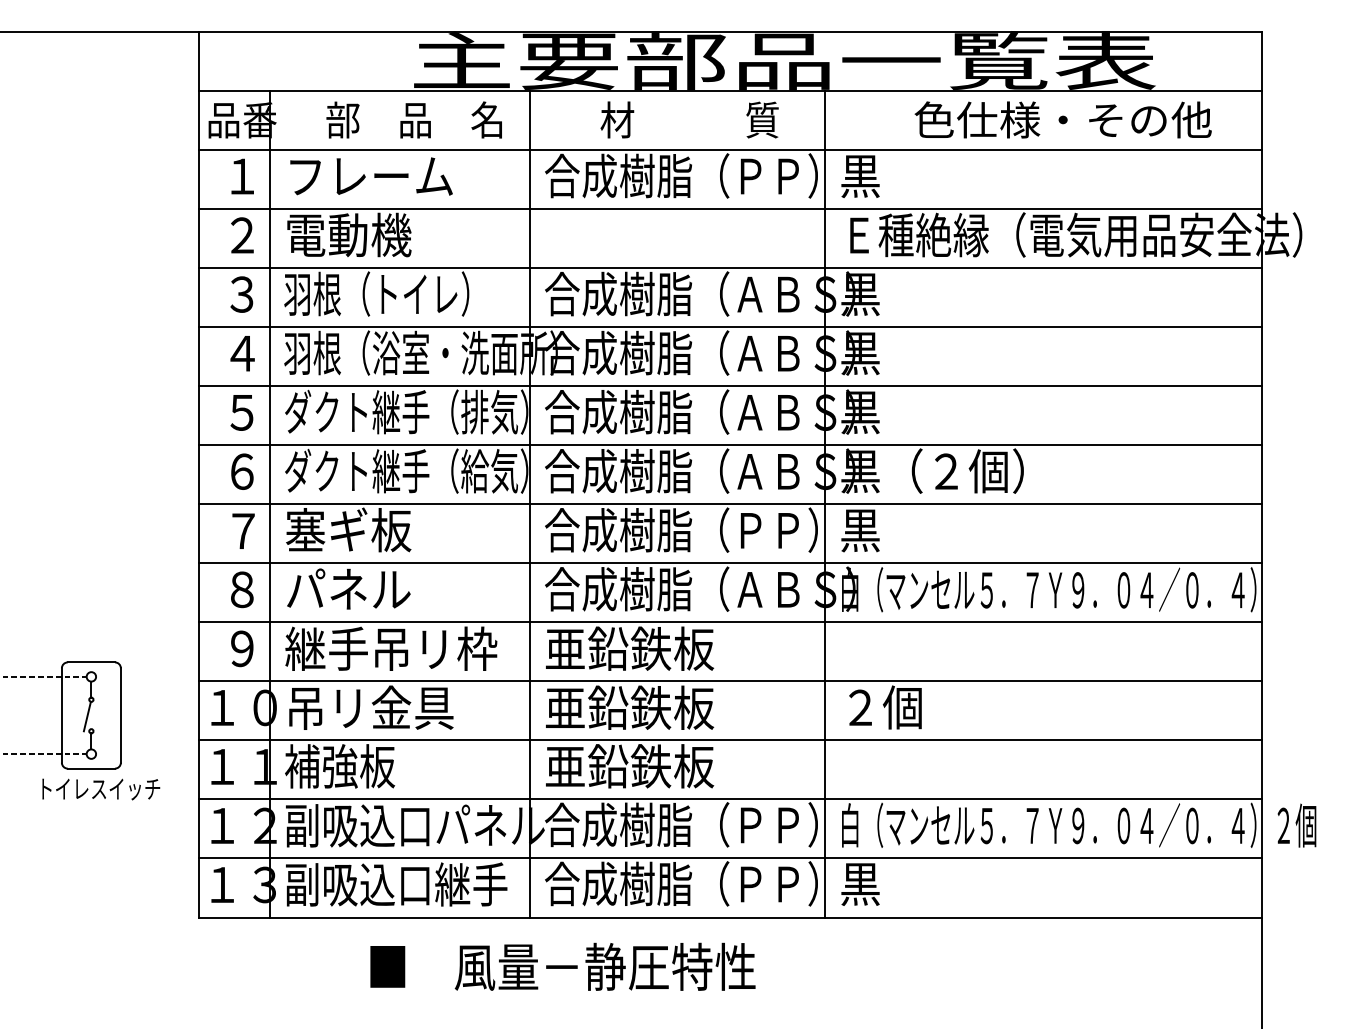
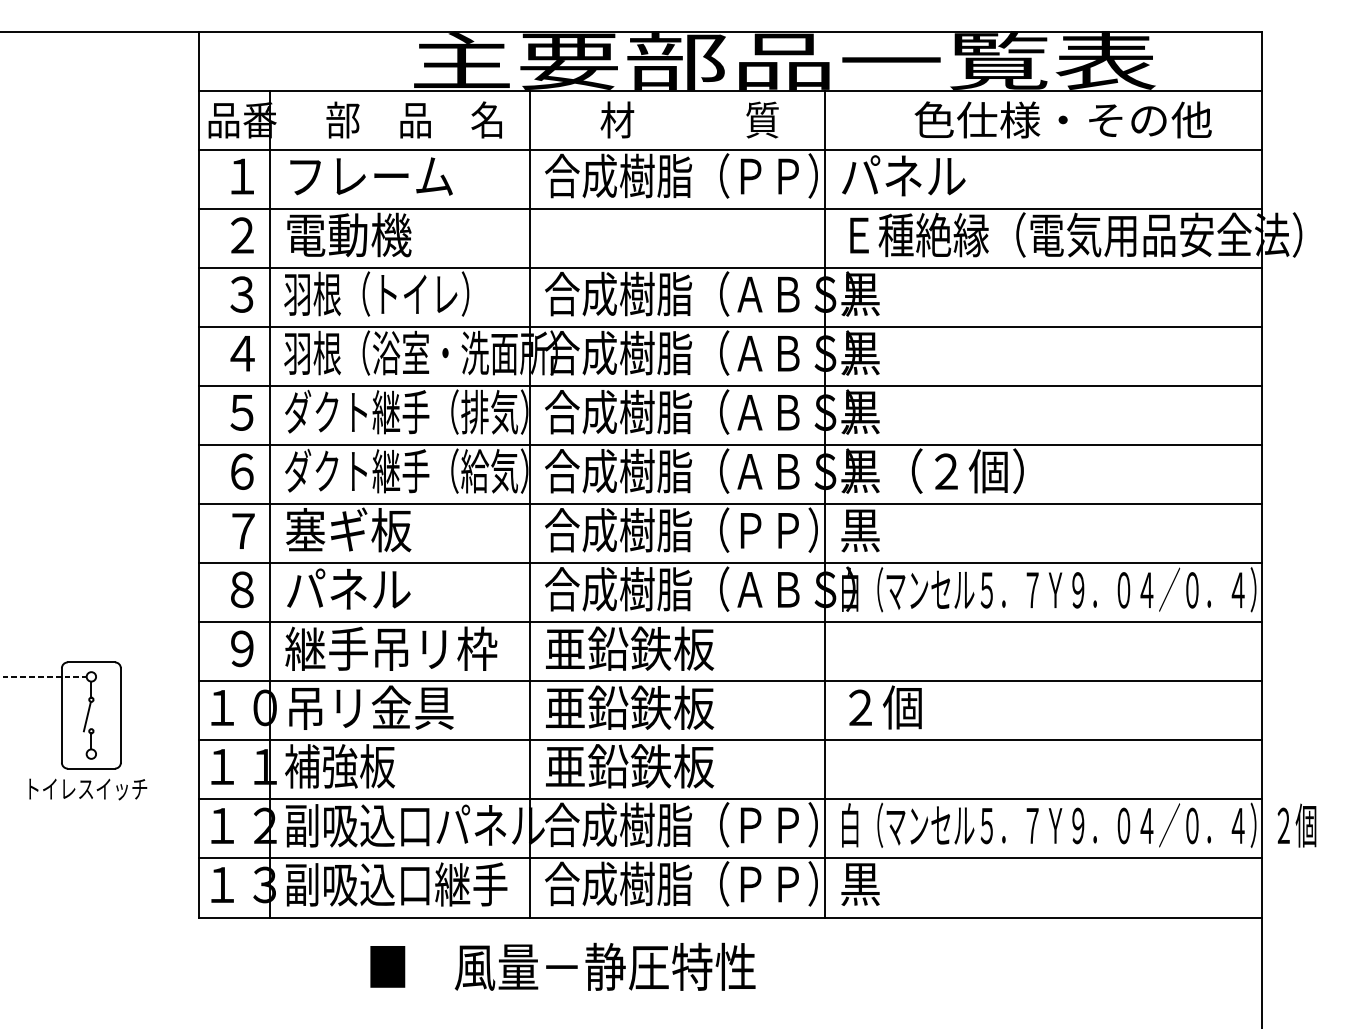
text at (903, 176): 黒 -> パネル
line at (44, 754): present -> none
text at (101, 789) position: (101, 789) -> (88, 789)
